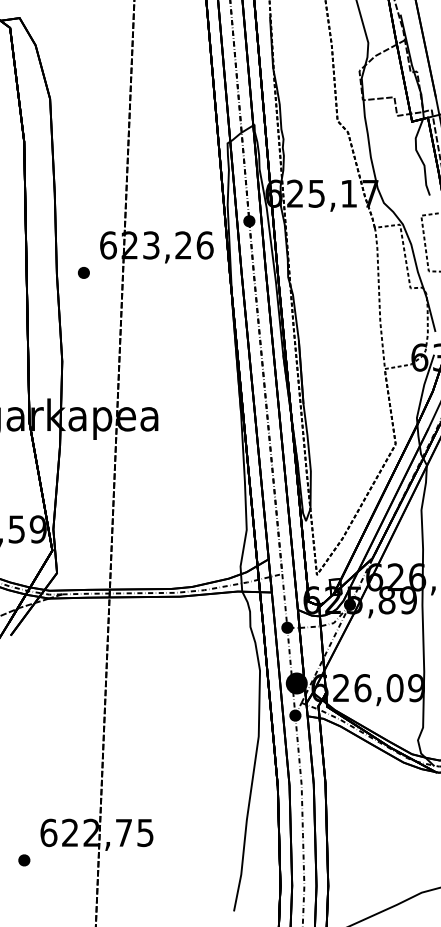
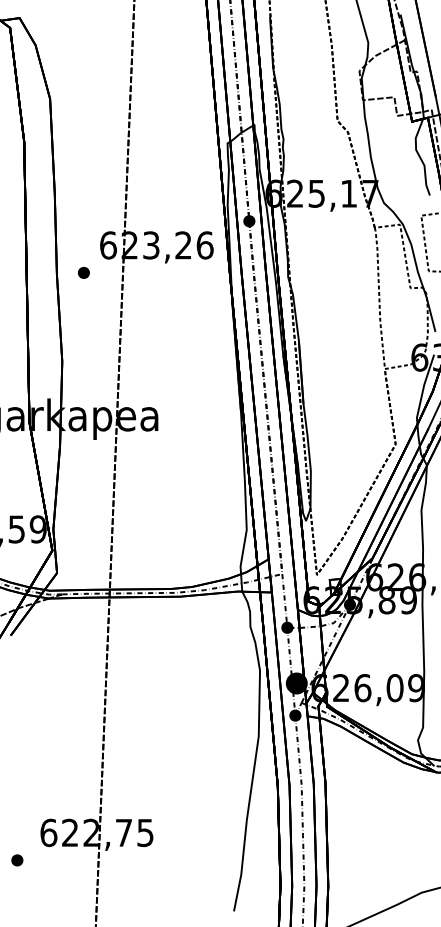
part at (24, 860) position: (24, 860) -> (17, 860)
